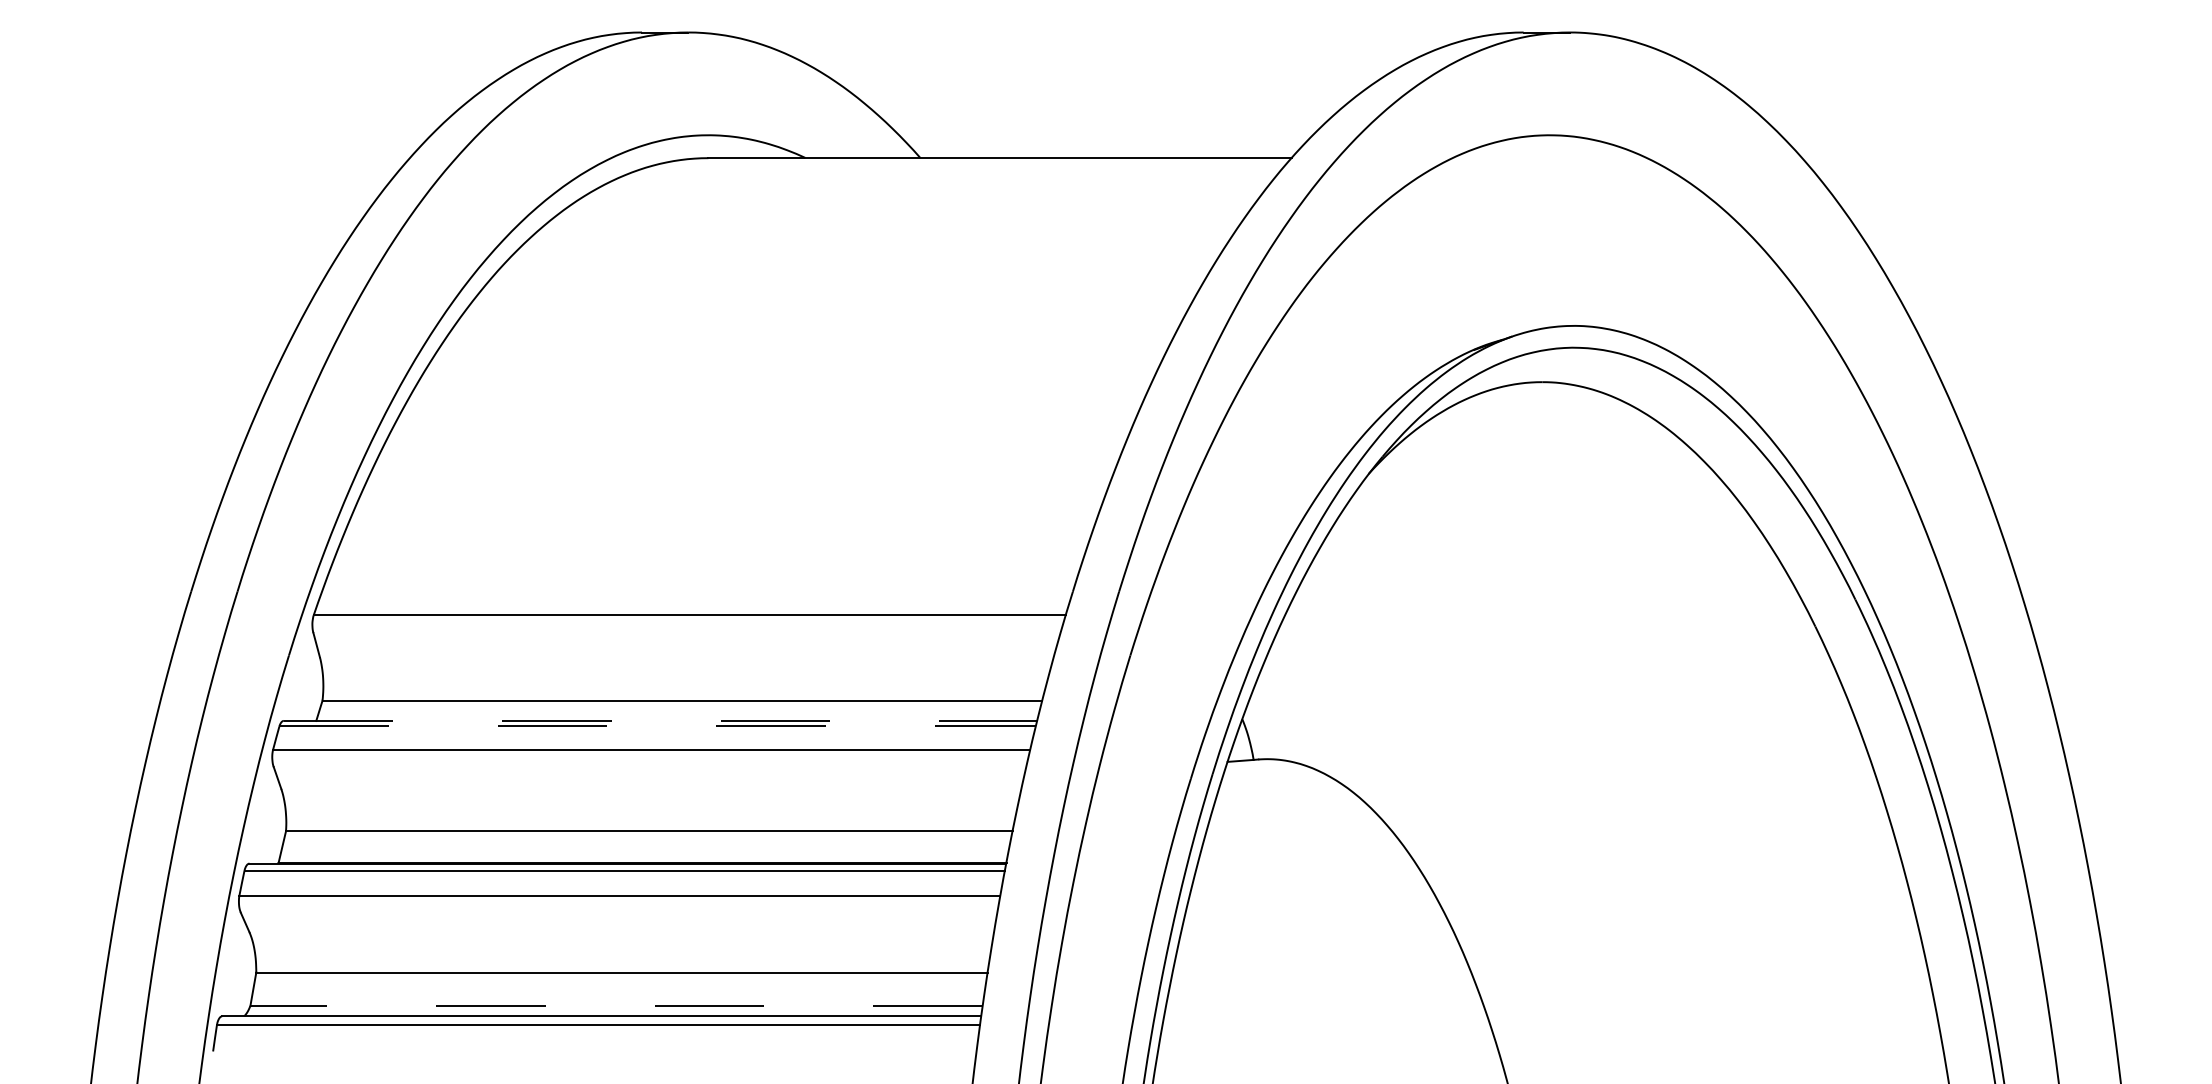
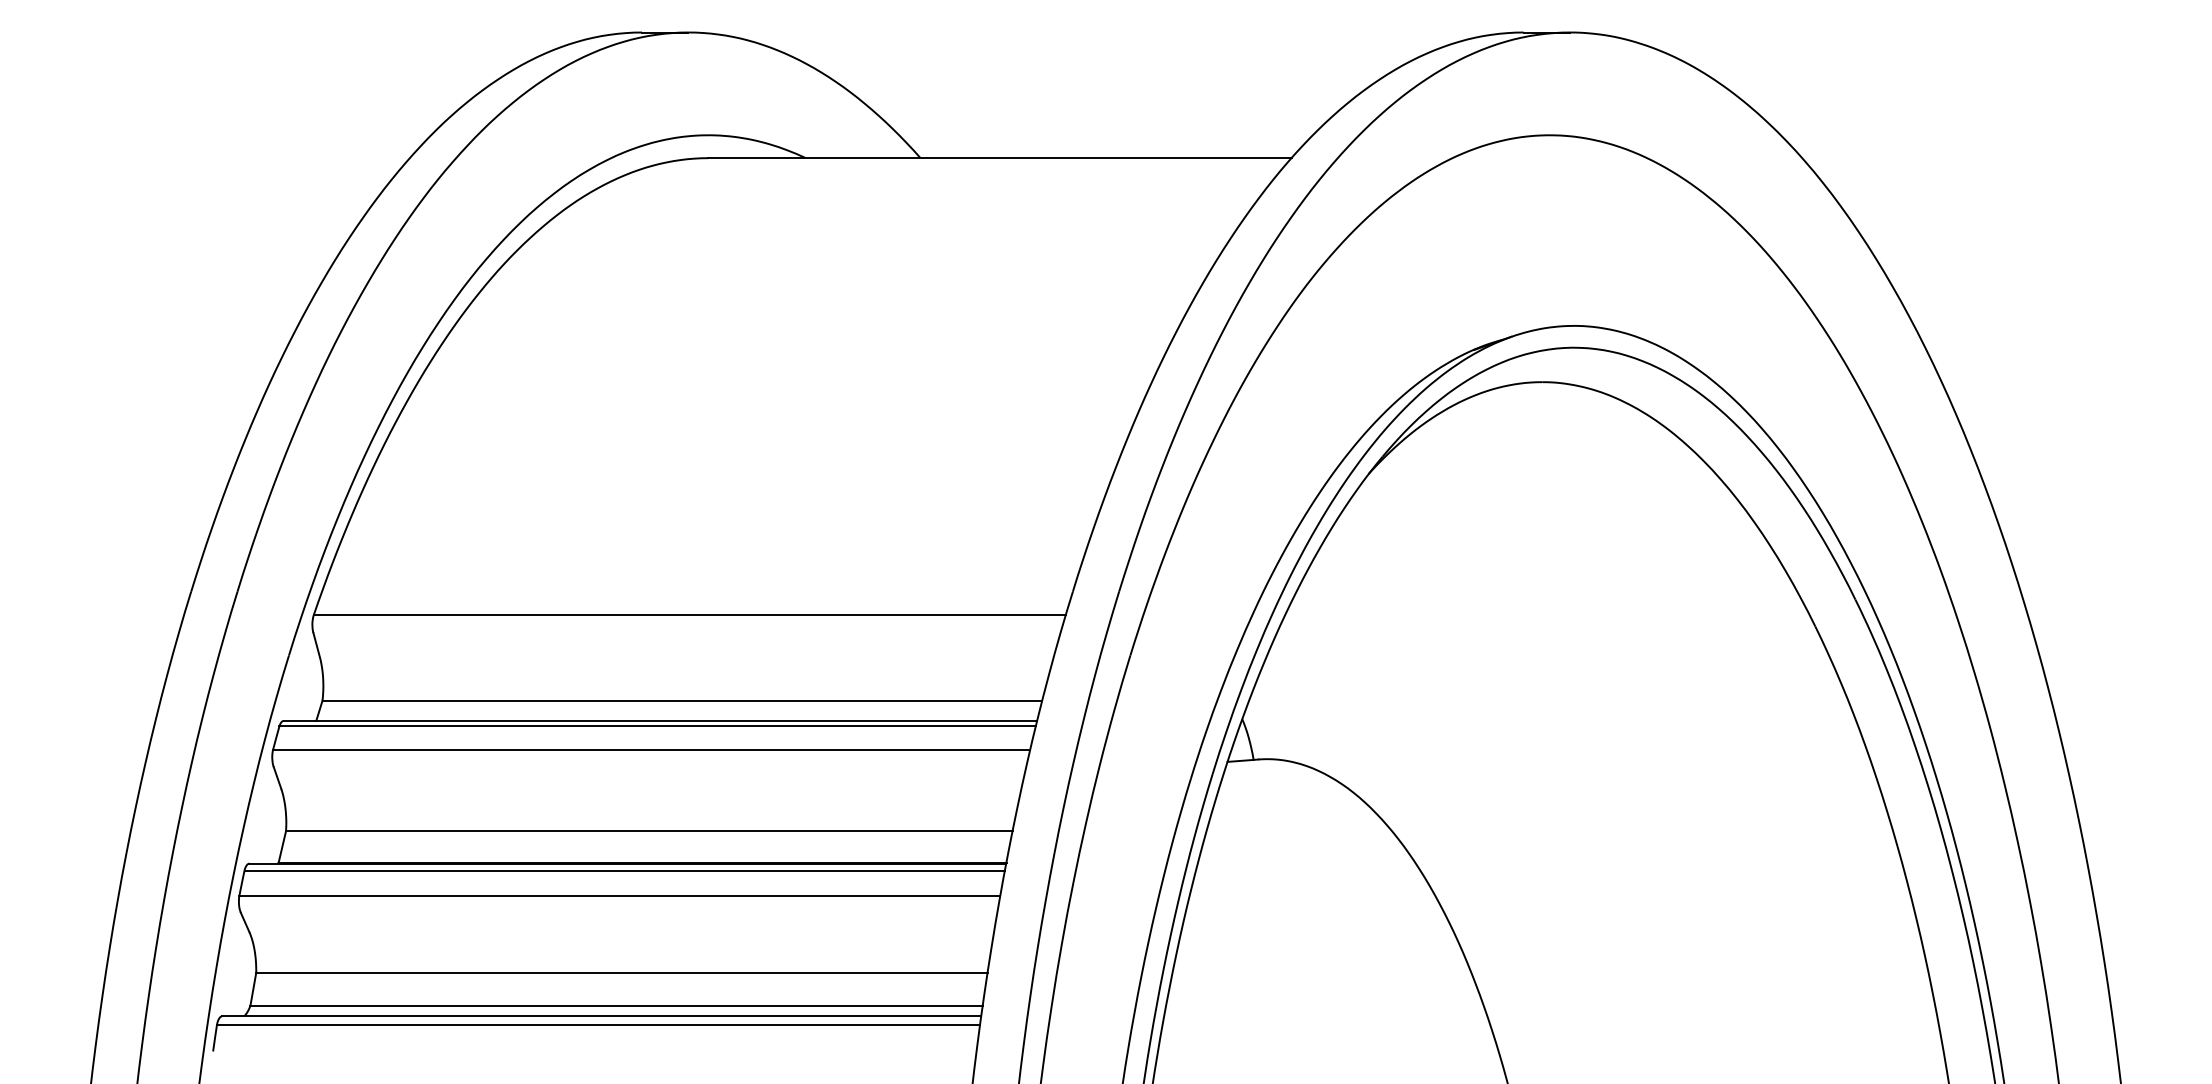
line at (660, 720): dashed -> solid
line at (658, 726): dashed -> solid
line at (616, 1006): dashed -> solid
